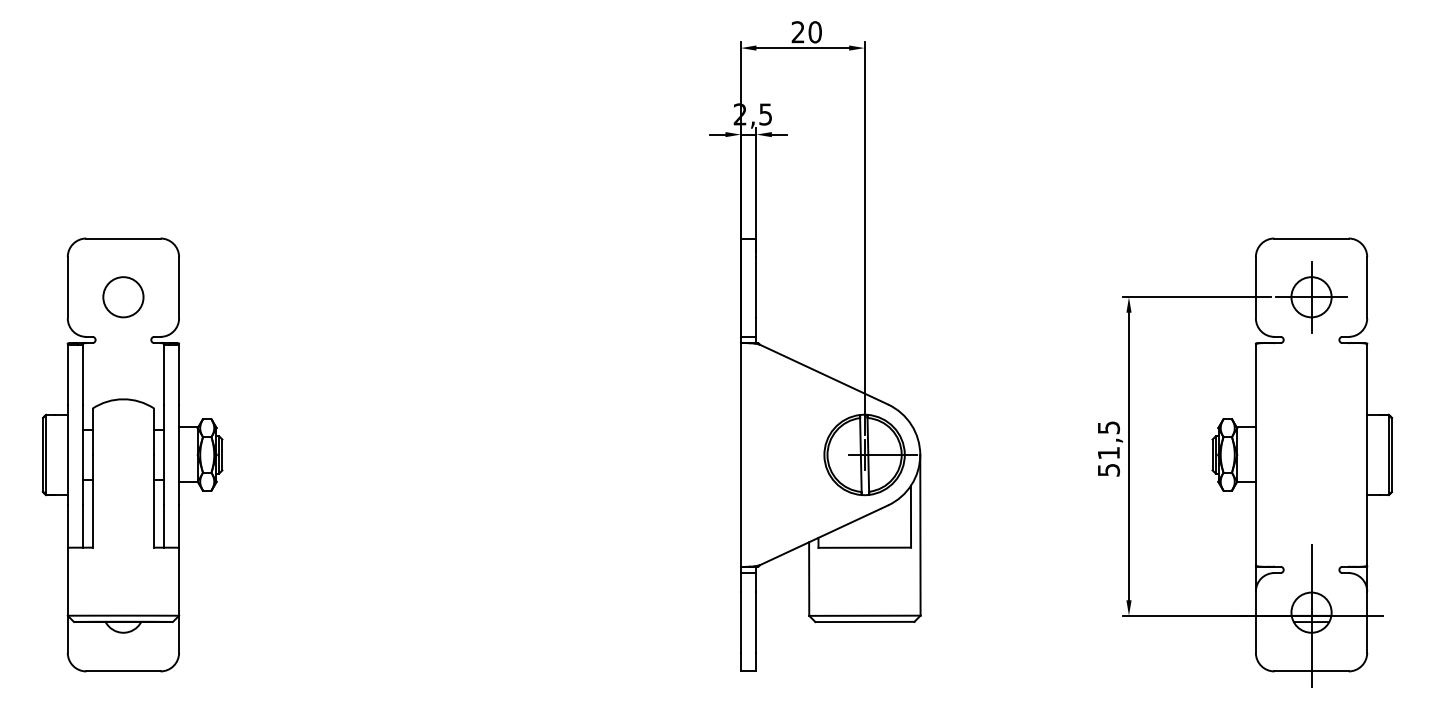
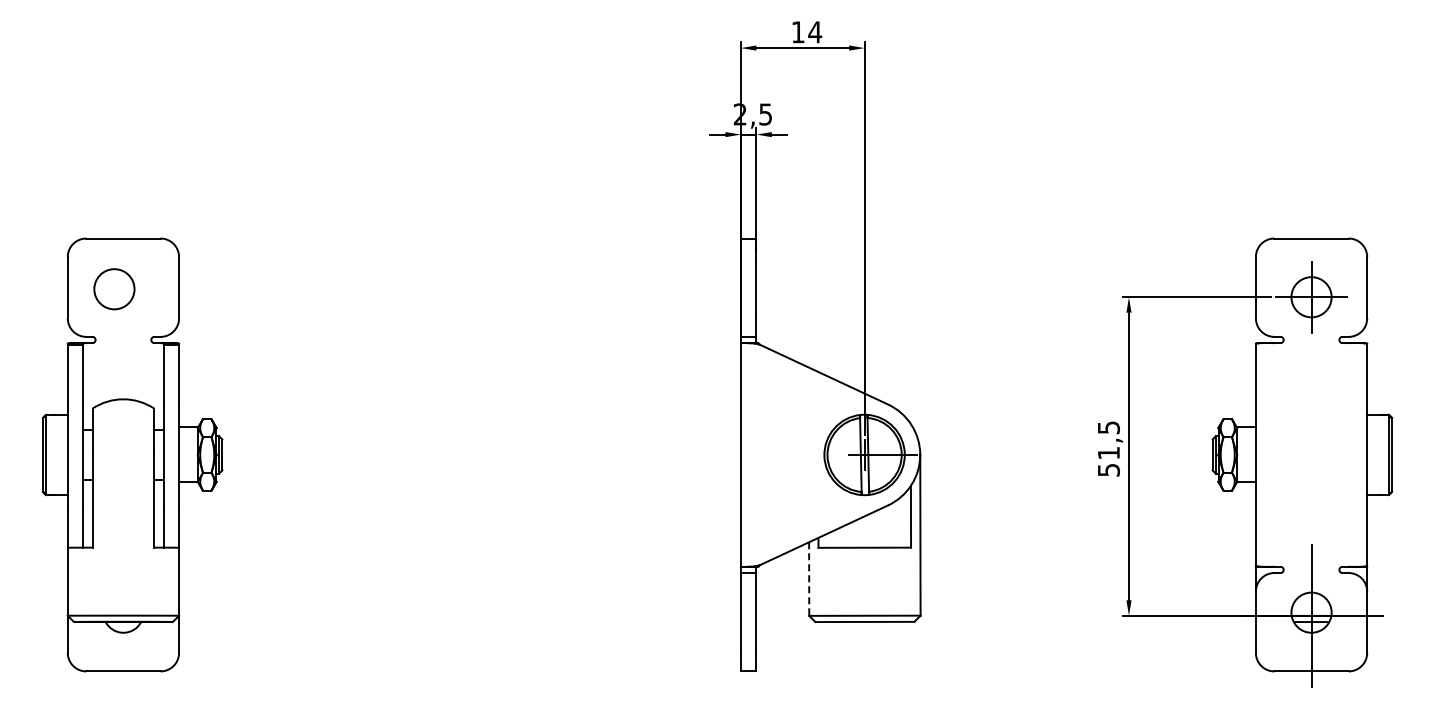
text at (806, 32): 20 -> 14
circle at (123, 297) position: (123, 297) -> (114, 289)
line at (809, 579): solid -> dashed
